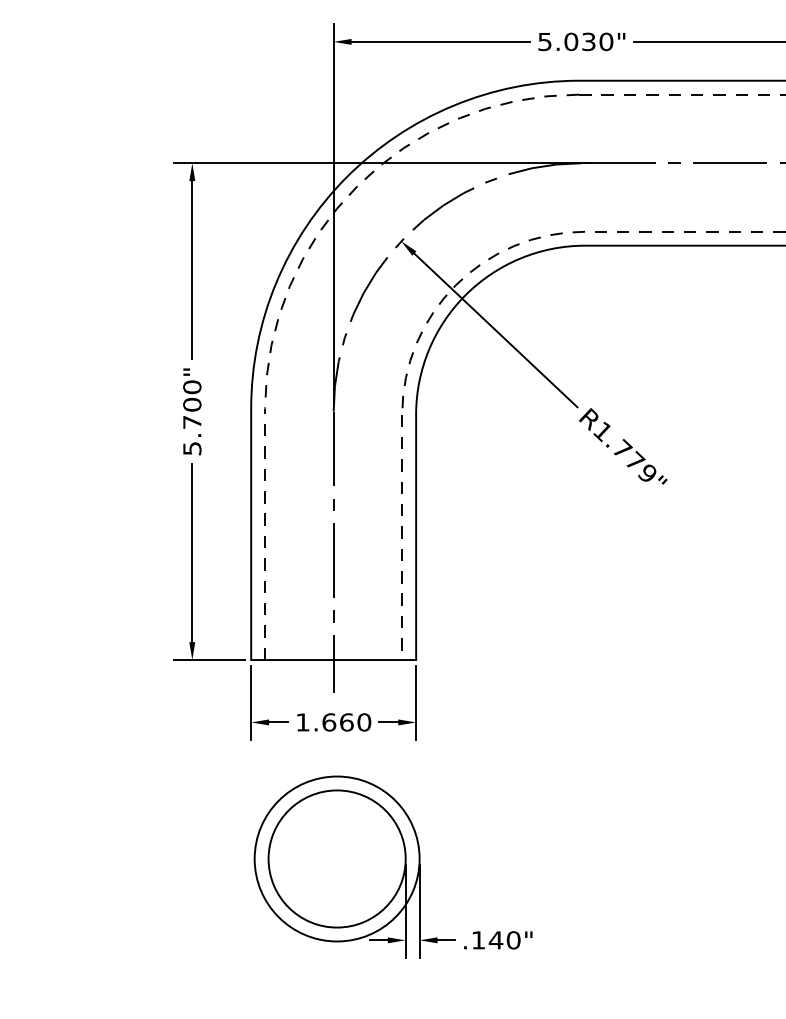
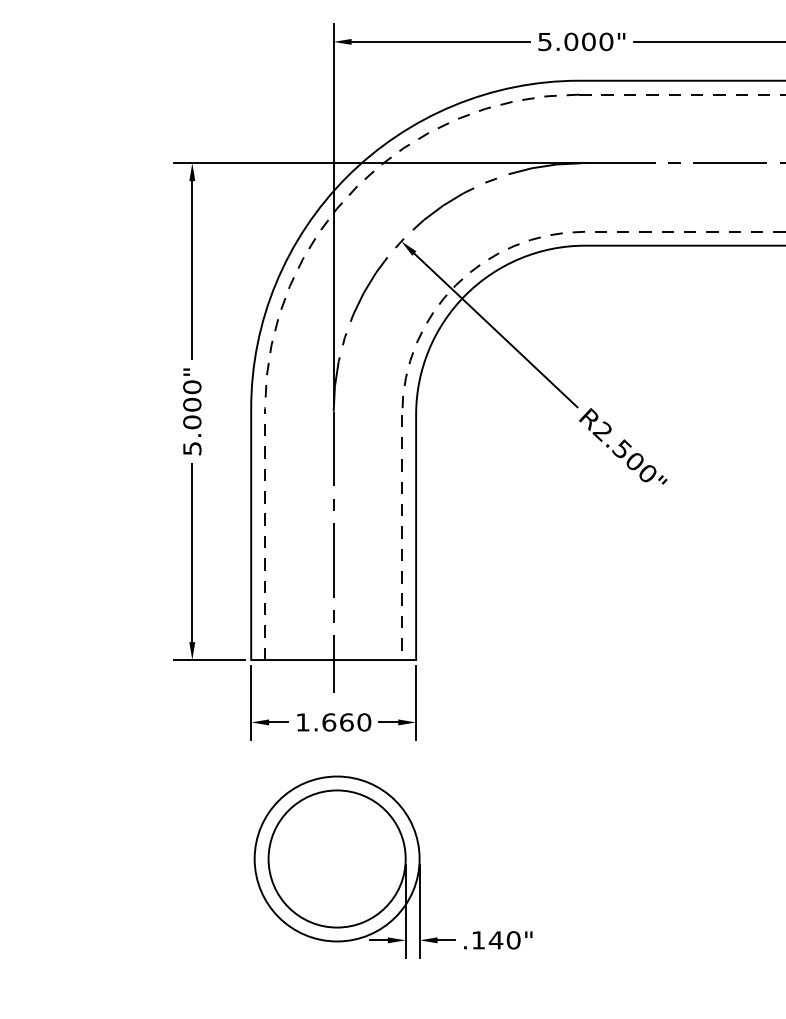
text at (588, 41): 5.030" -> 5.000"
text at (192, 422): 5.700" -> 5.000"
text at (624, 451): R1.779" -> R2.500"
